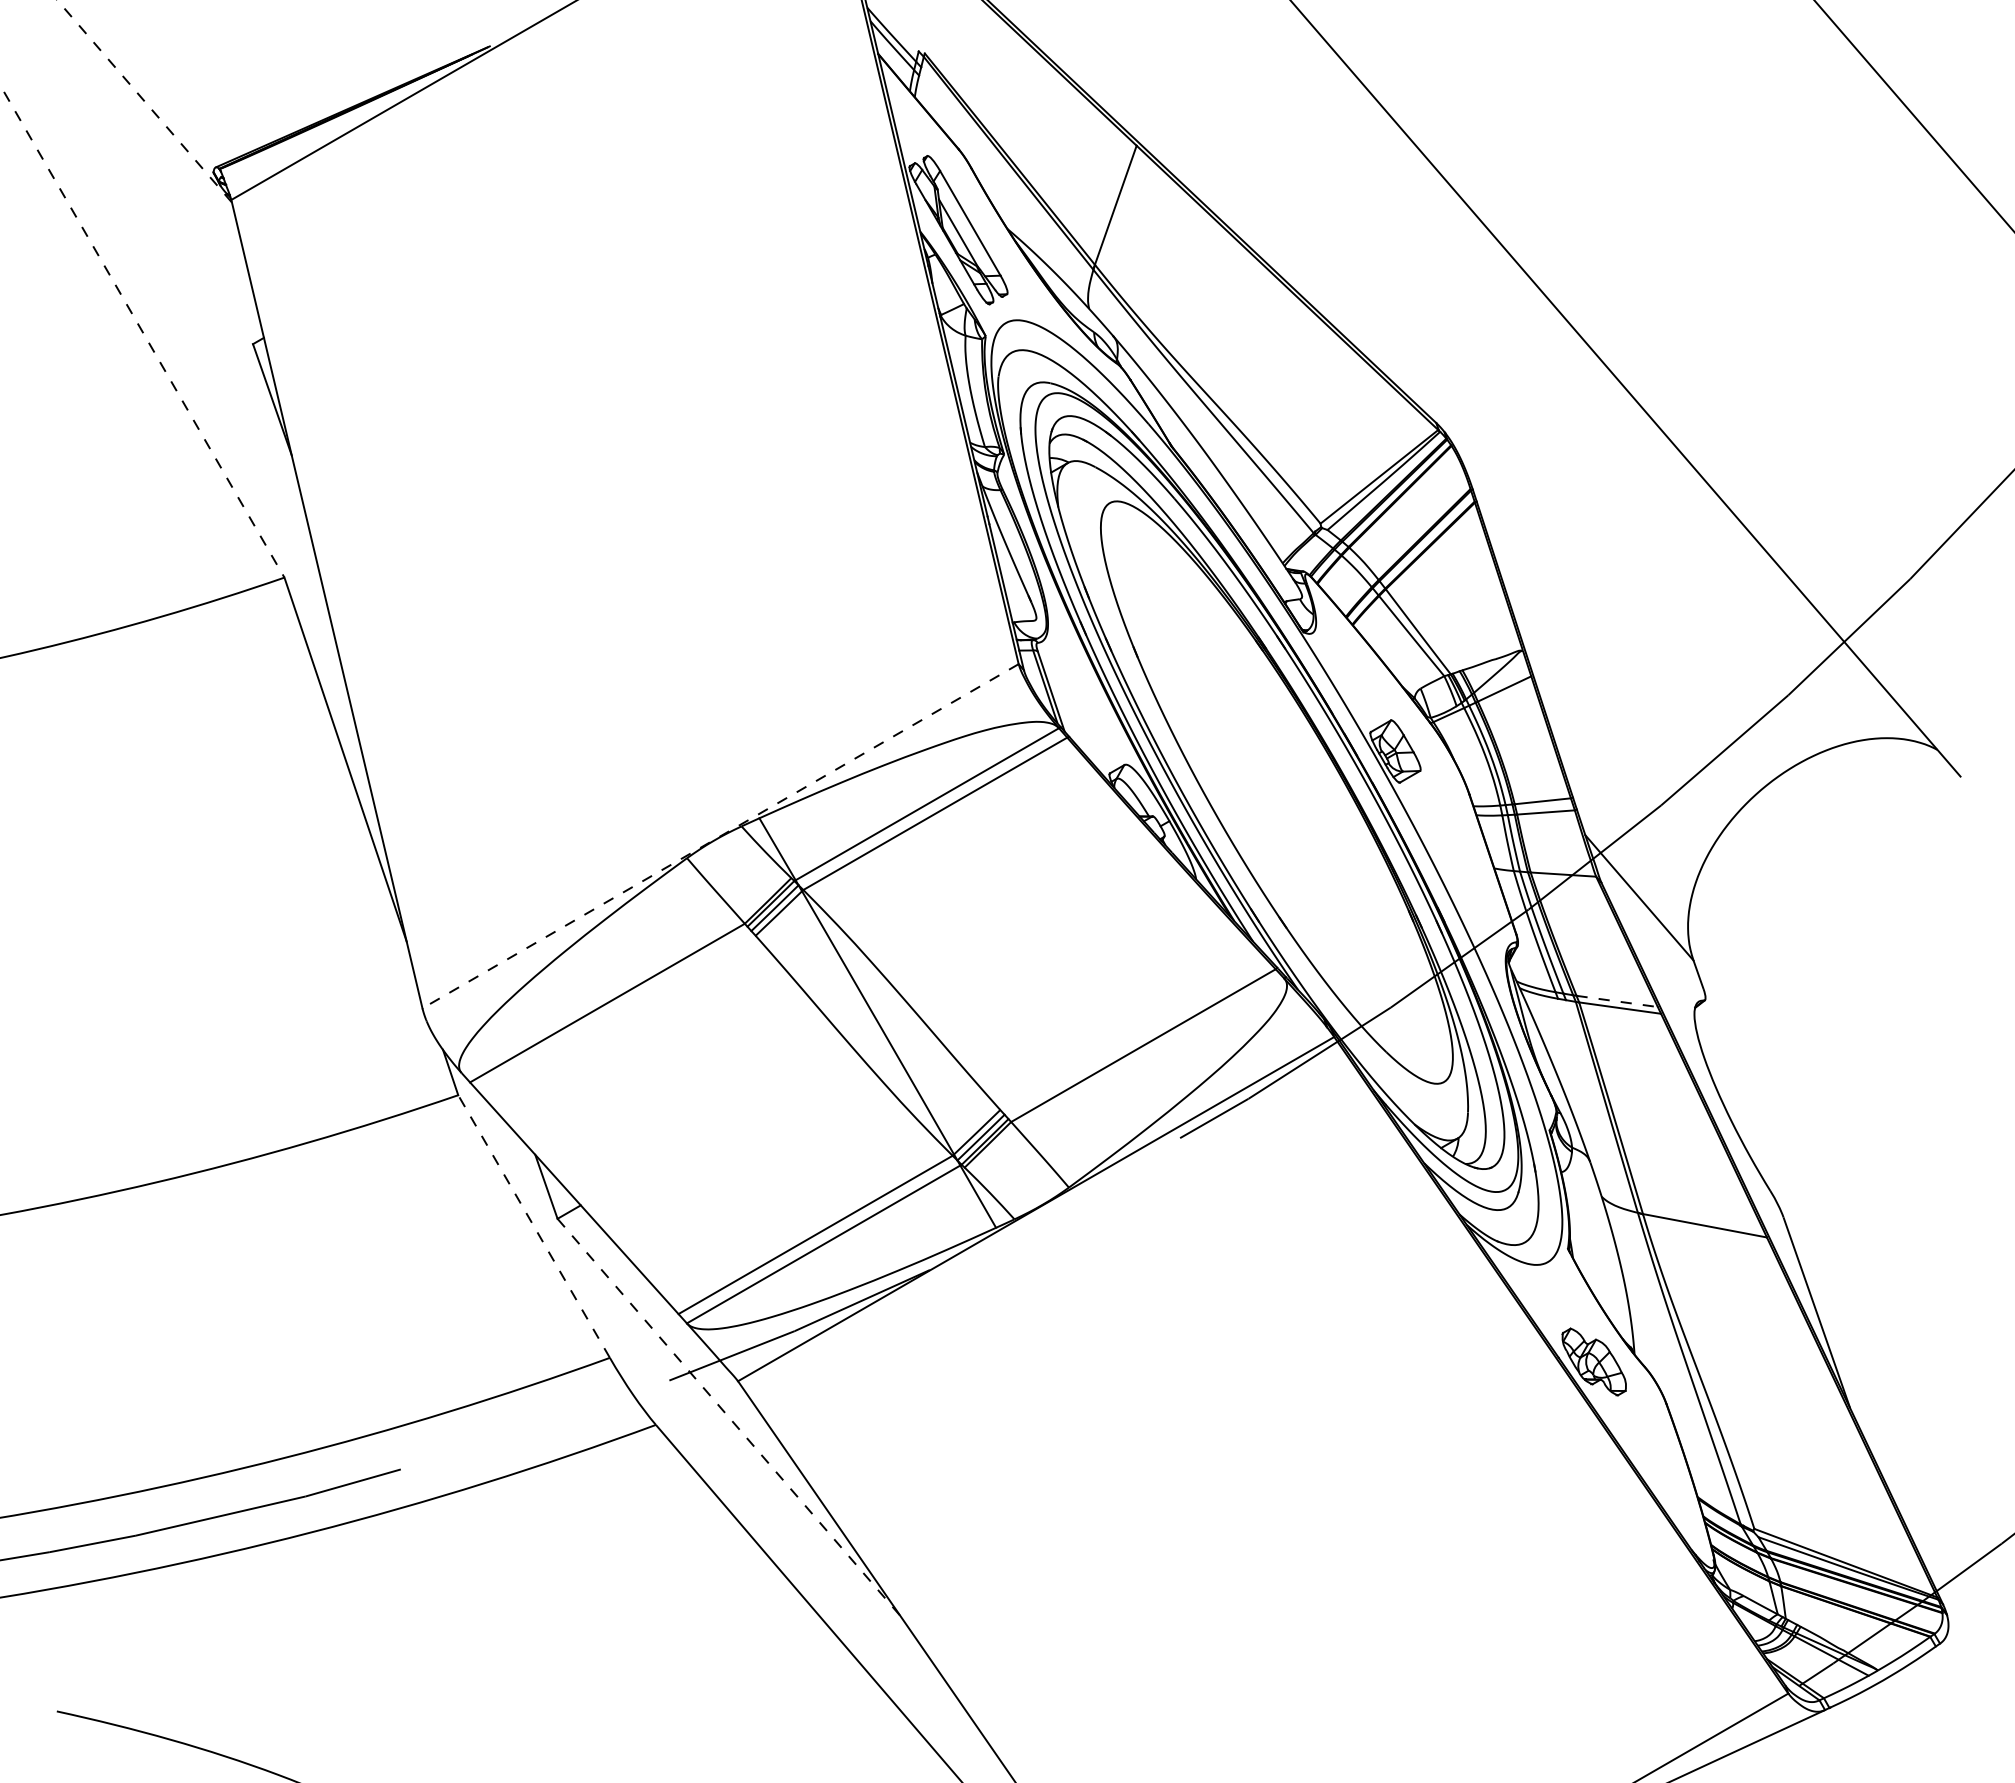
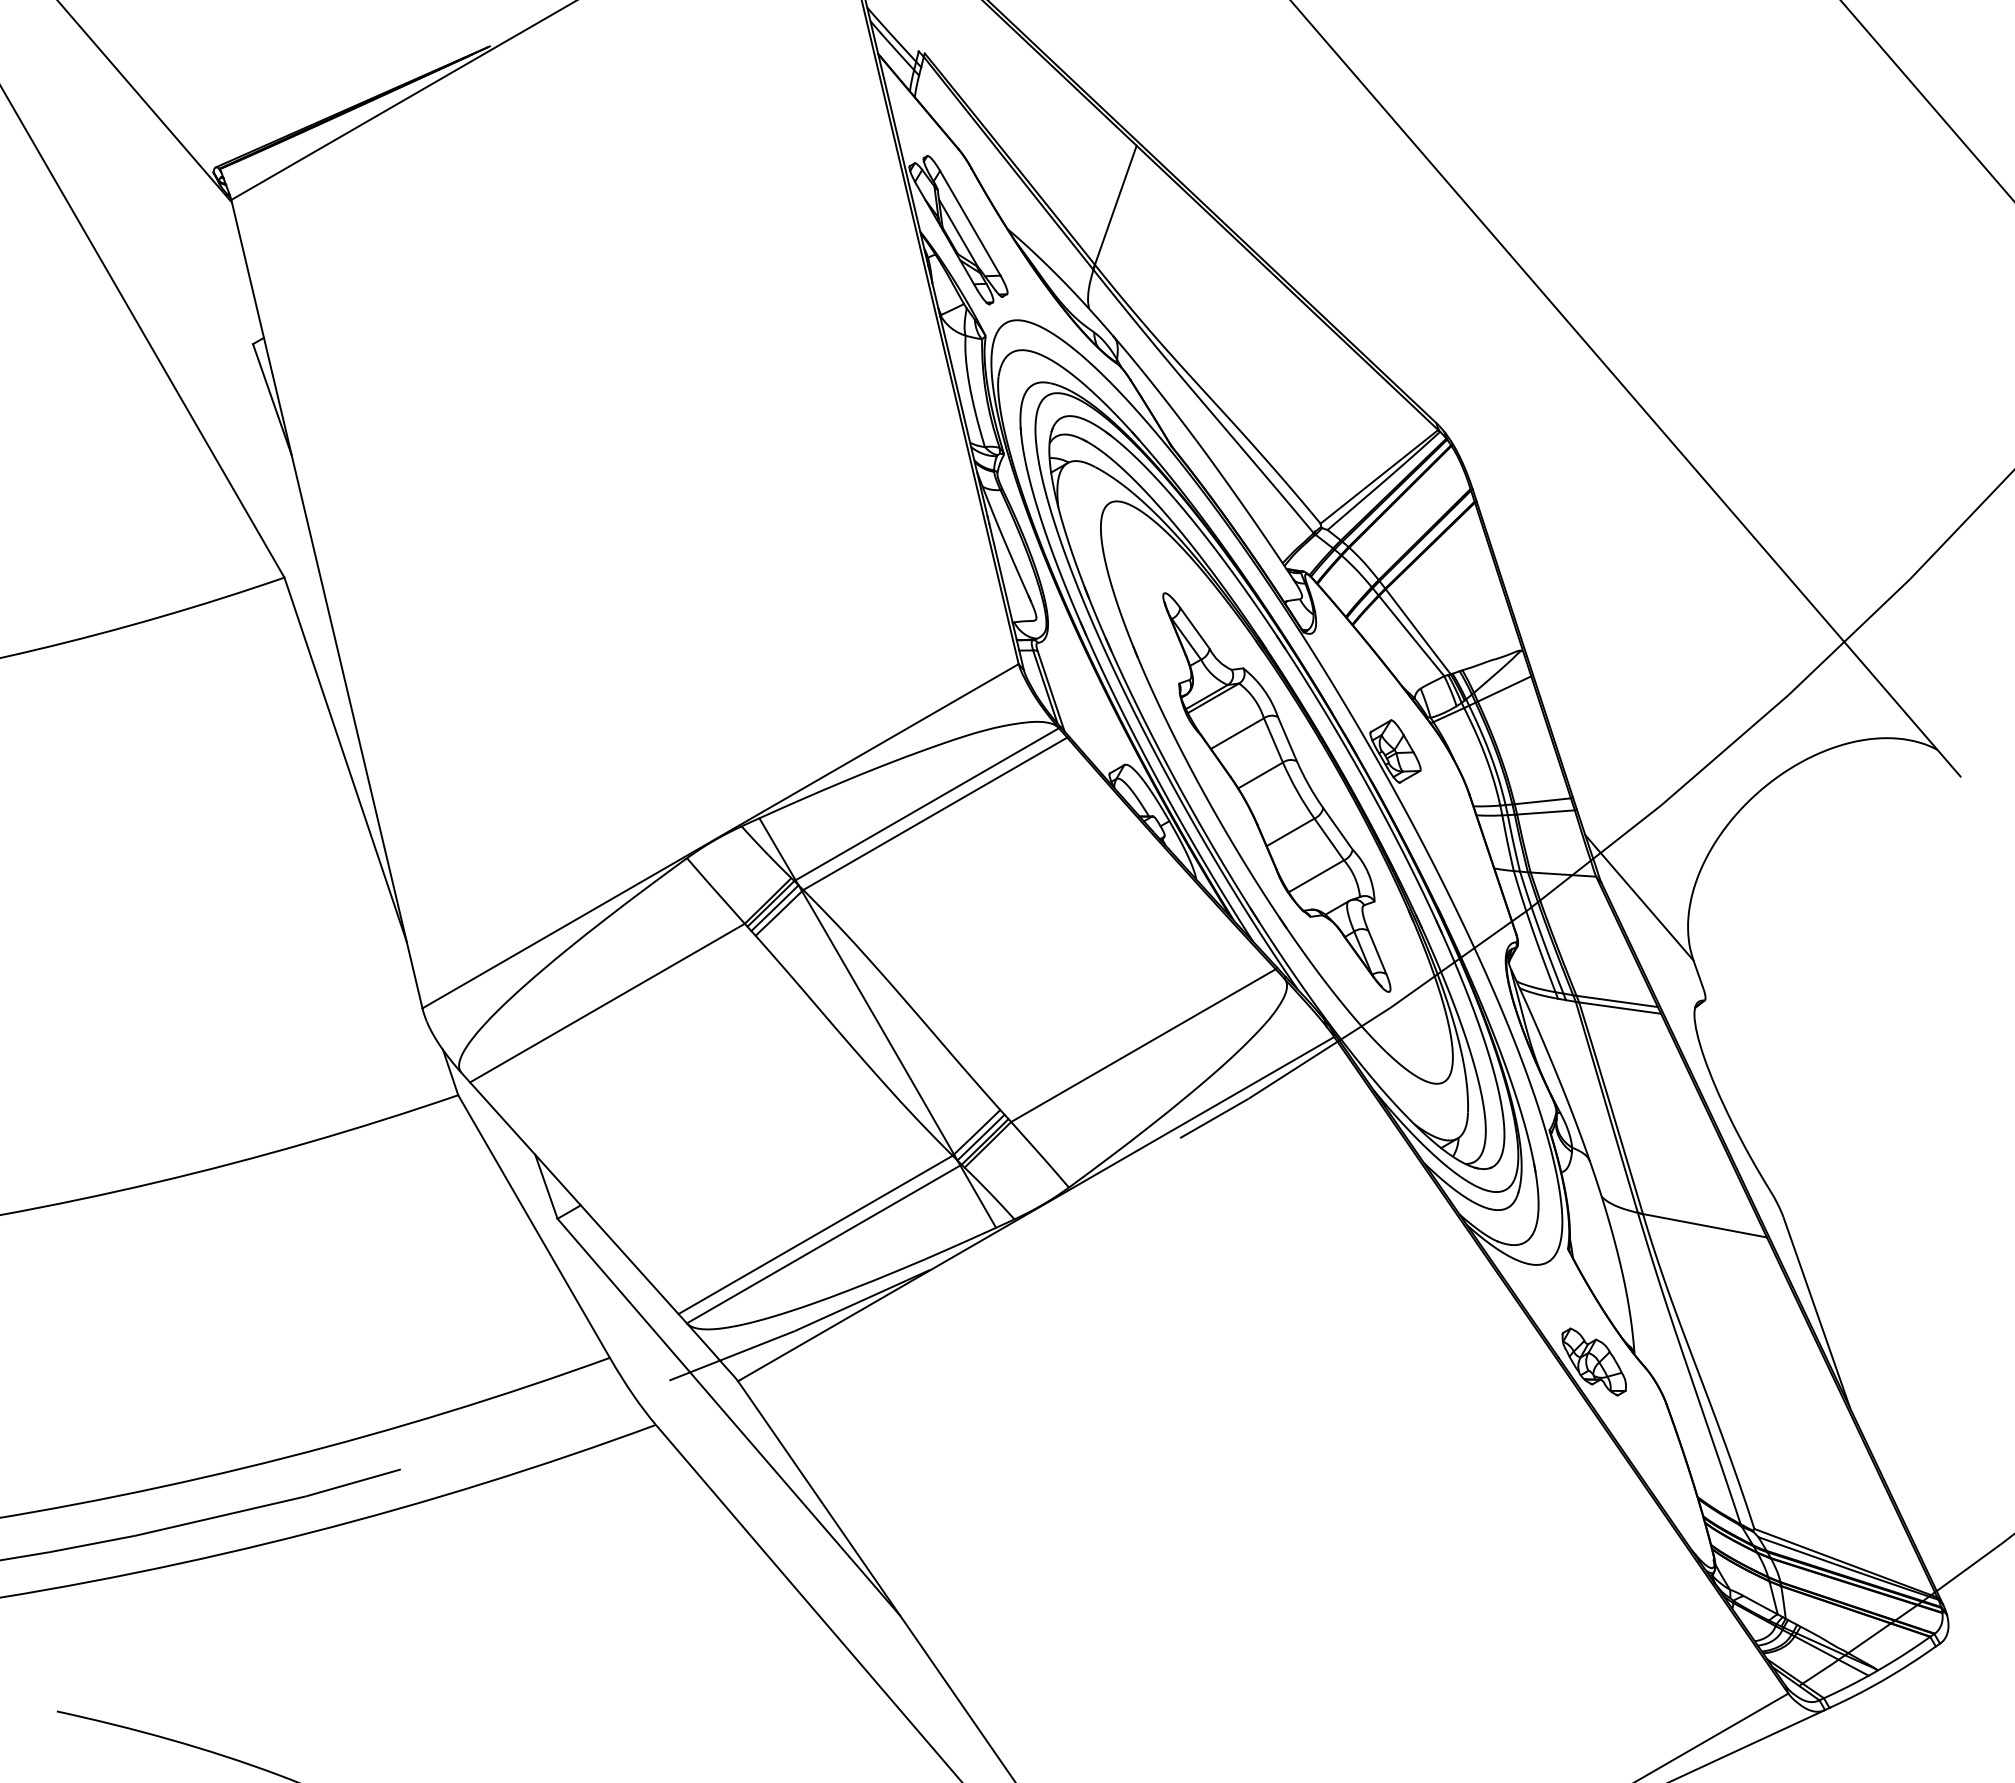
line at (144, 101): dashed -> solid
line at (1913, 115) position: (1913, 115) -> (1926, 100)
line at (142, 331): dashed -> solid
part at (1276, 792): none -> present
line at (720, 836): dashed -> solid
line at (1617, 1001): dashed -> solid
line at (534, 1226): dashed -> solid
line at (729, 1417): dashed -> solid
